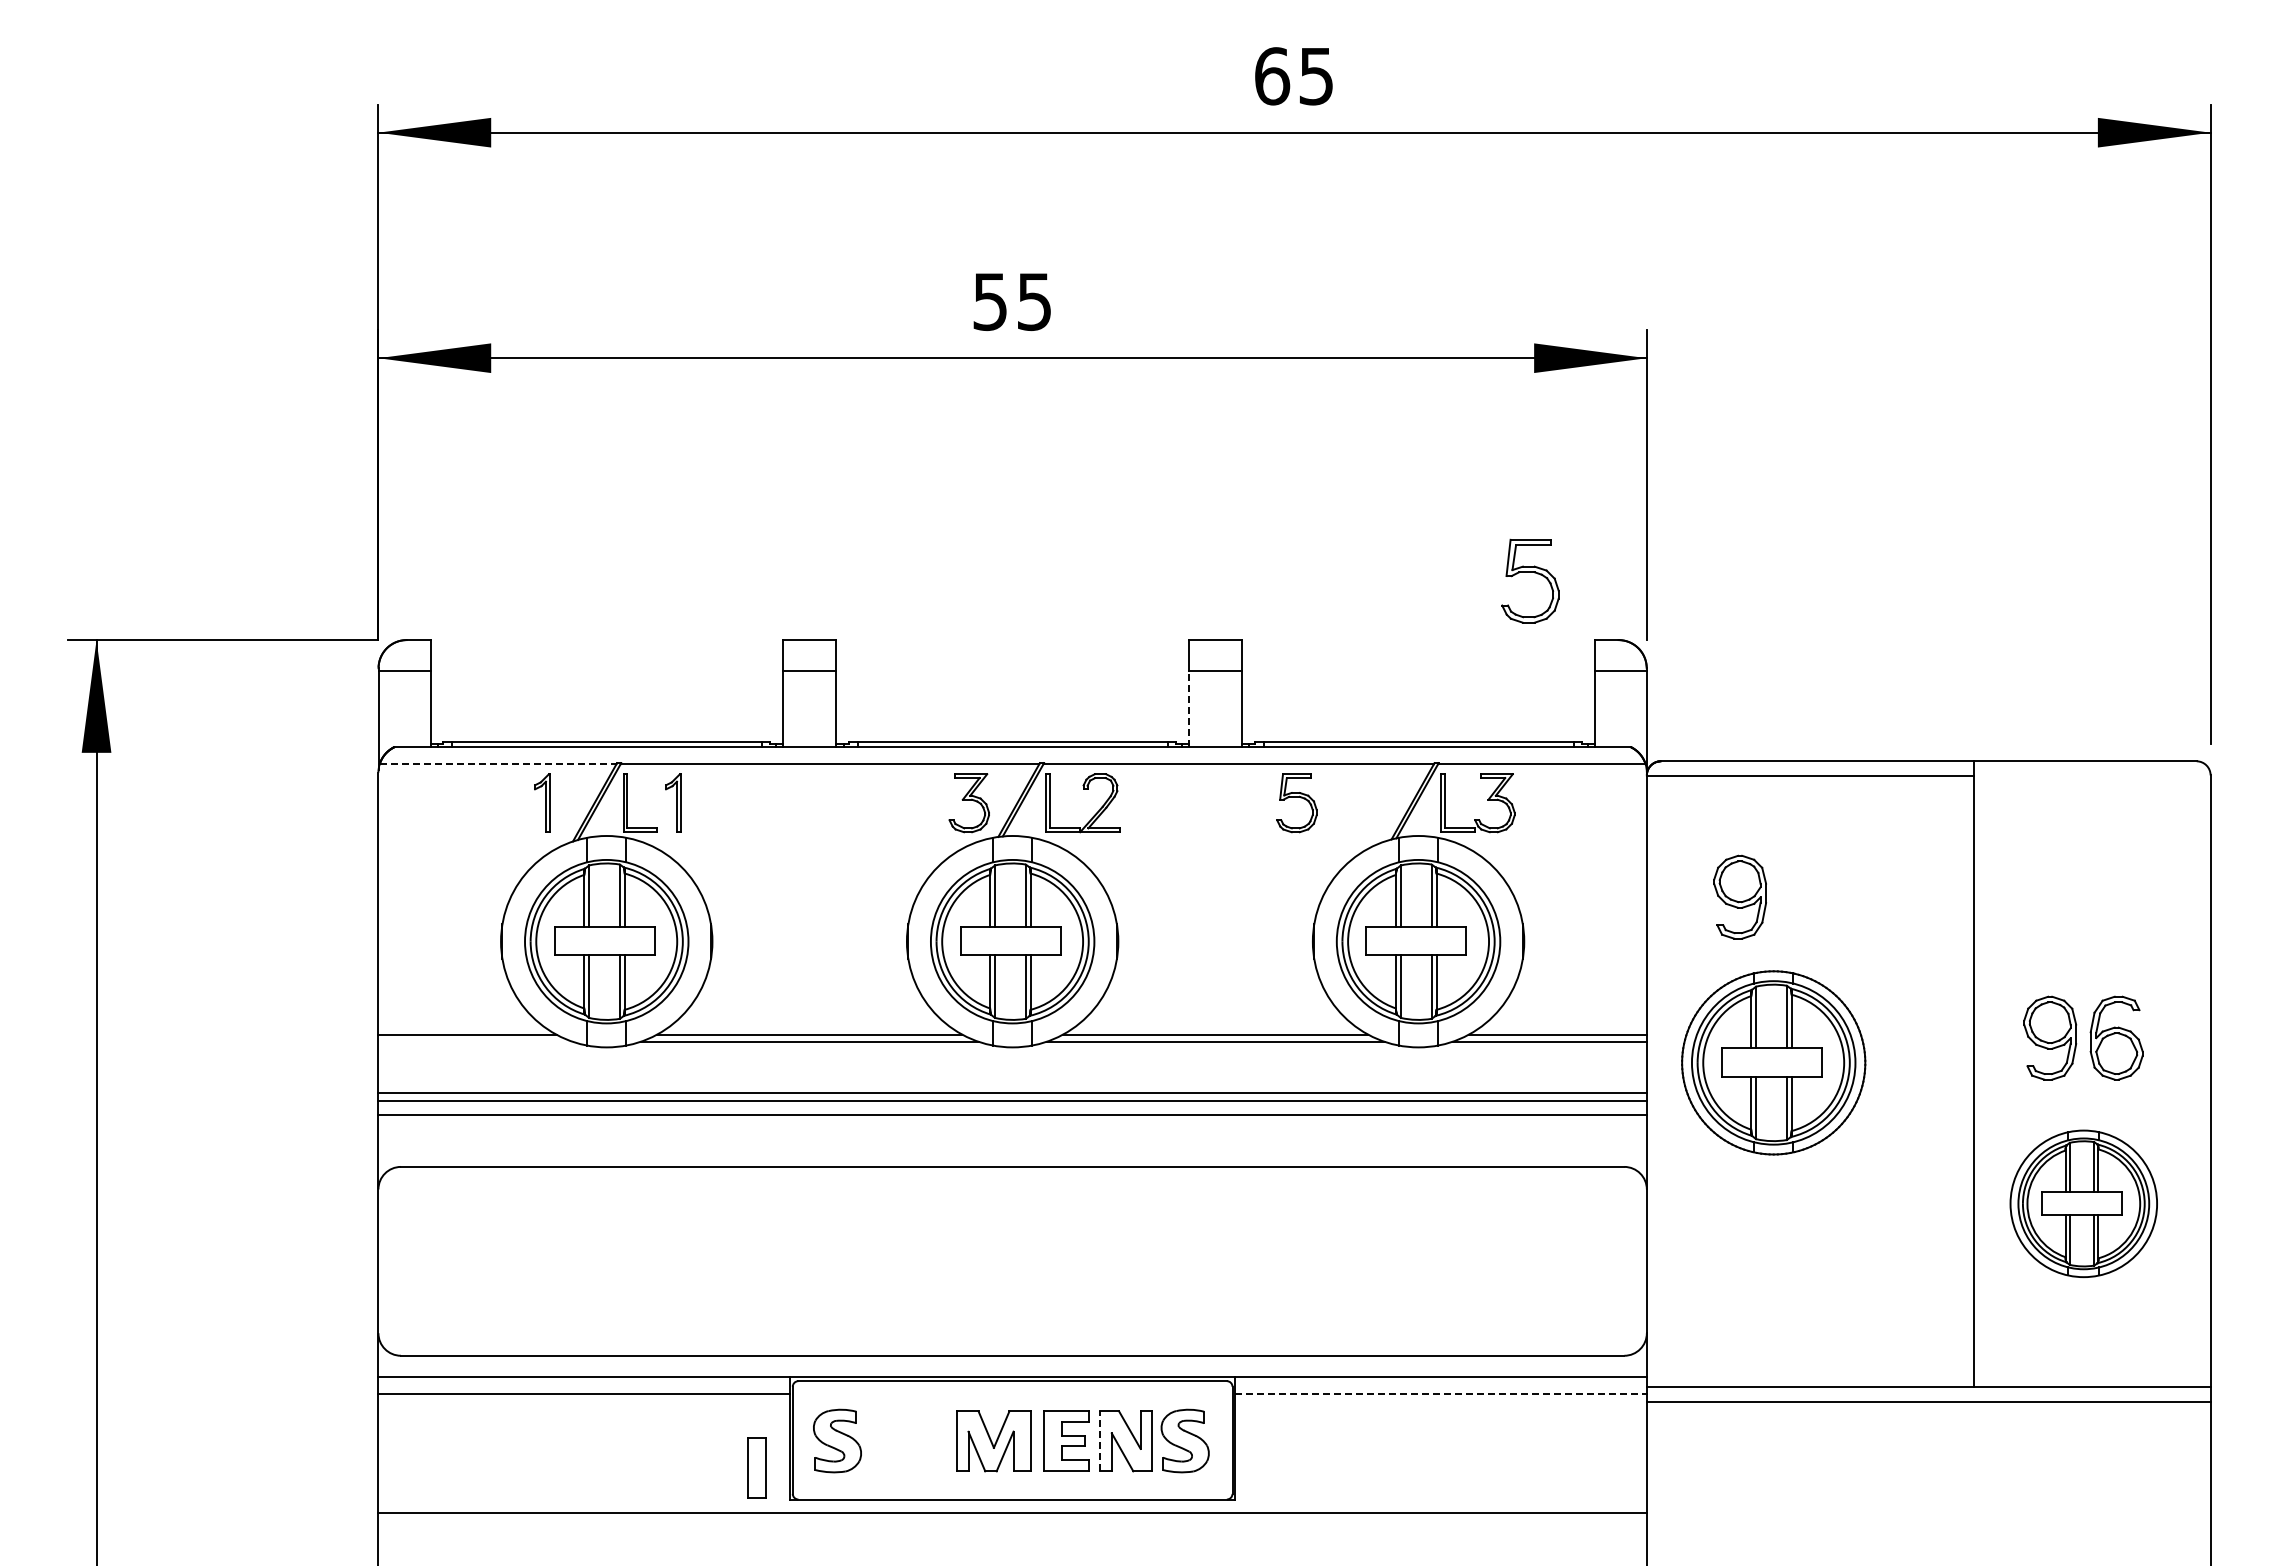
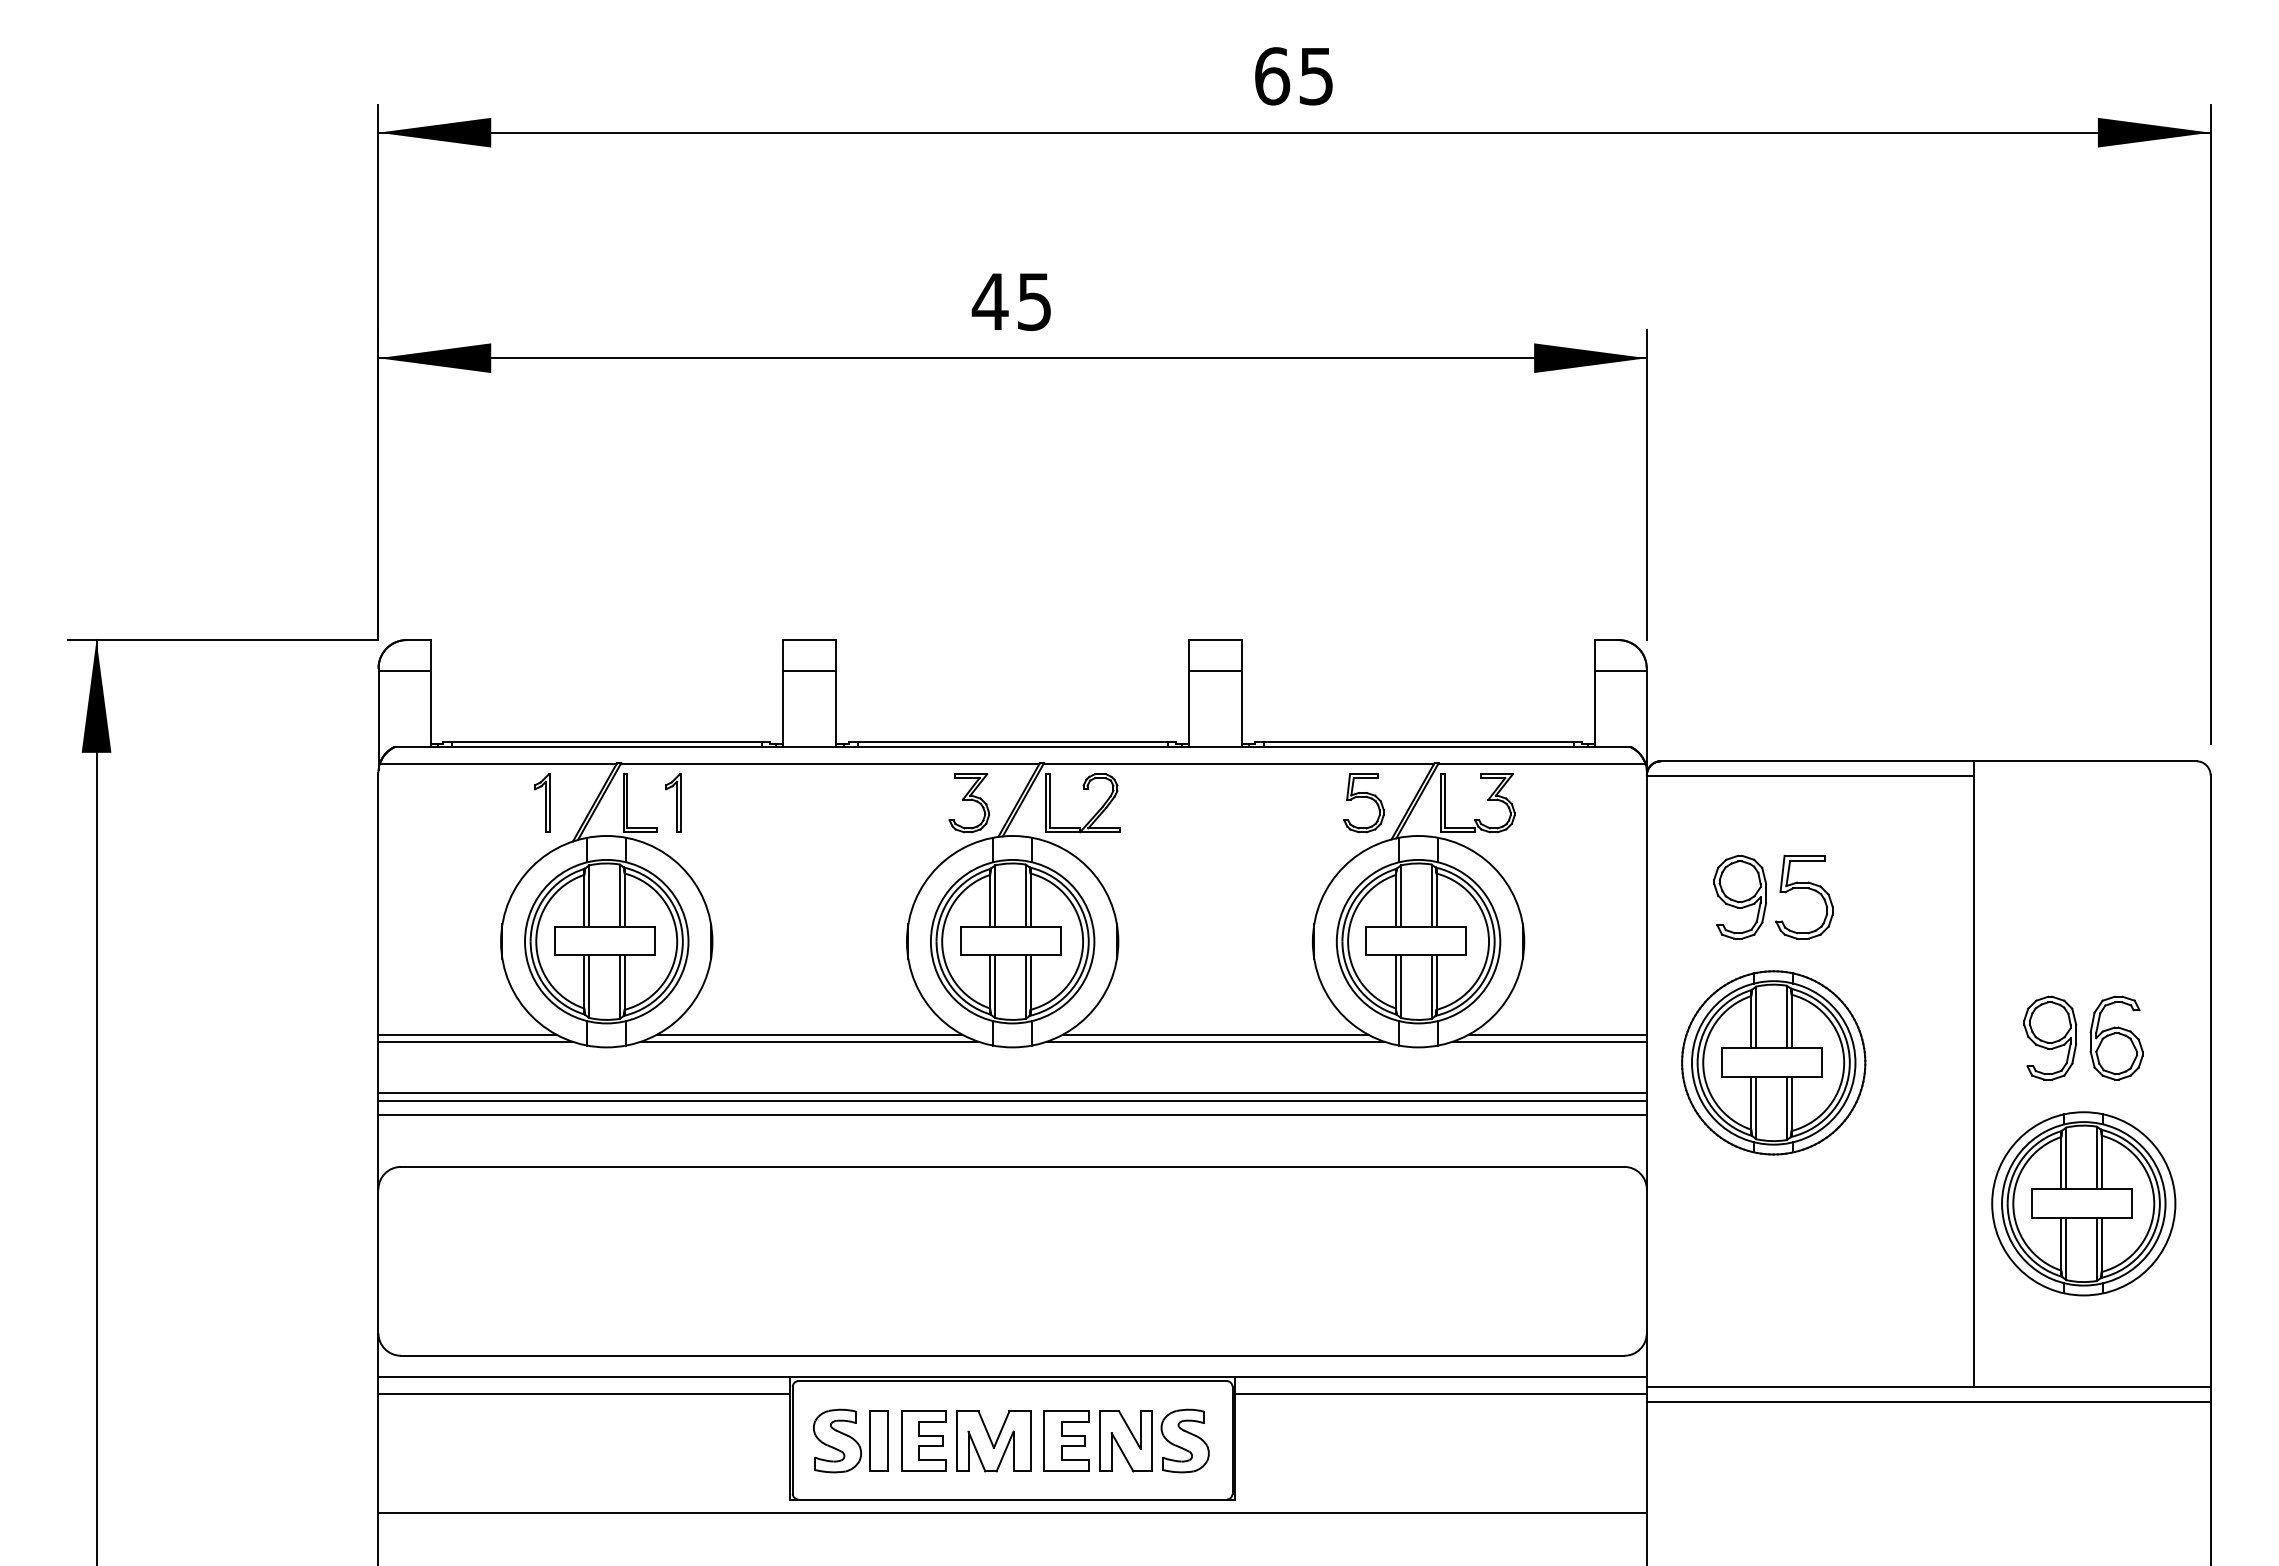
text at (989, 302): 55 -> 45
part at (1530, 572) position: (1530, 572) -> (1804, 888)
line at (1188, 708): dashed -> solid
line at (498, 764): dashed -> solid
part at (1296, 803) position: (1296, 803) -> (1363, 803)
line at (475, 1041): none -> present
part at (2083, 1203) size: 149x149 px -> 186x186 px
line at (1441, 1394): dashed -> solid
part at (923, 1440): none -> present
line at (1099, 1440): dashed -> solid
part at (756, 1467) position: (756, 1467) -> (878, 1440)
